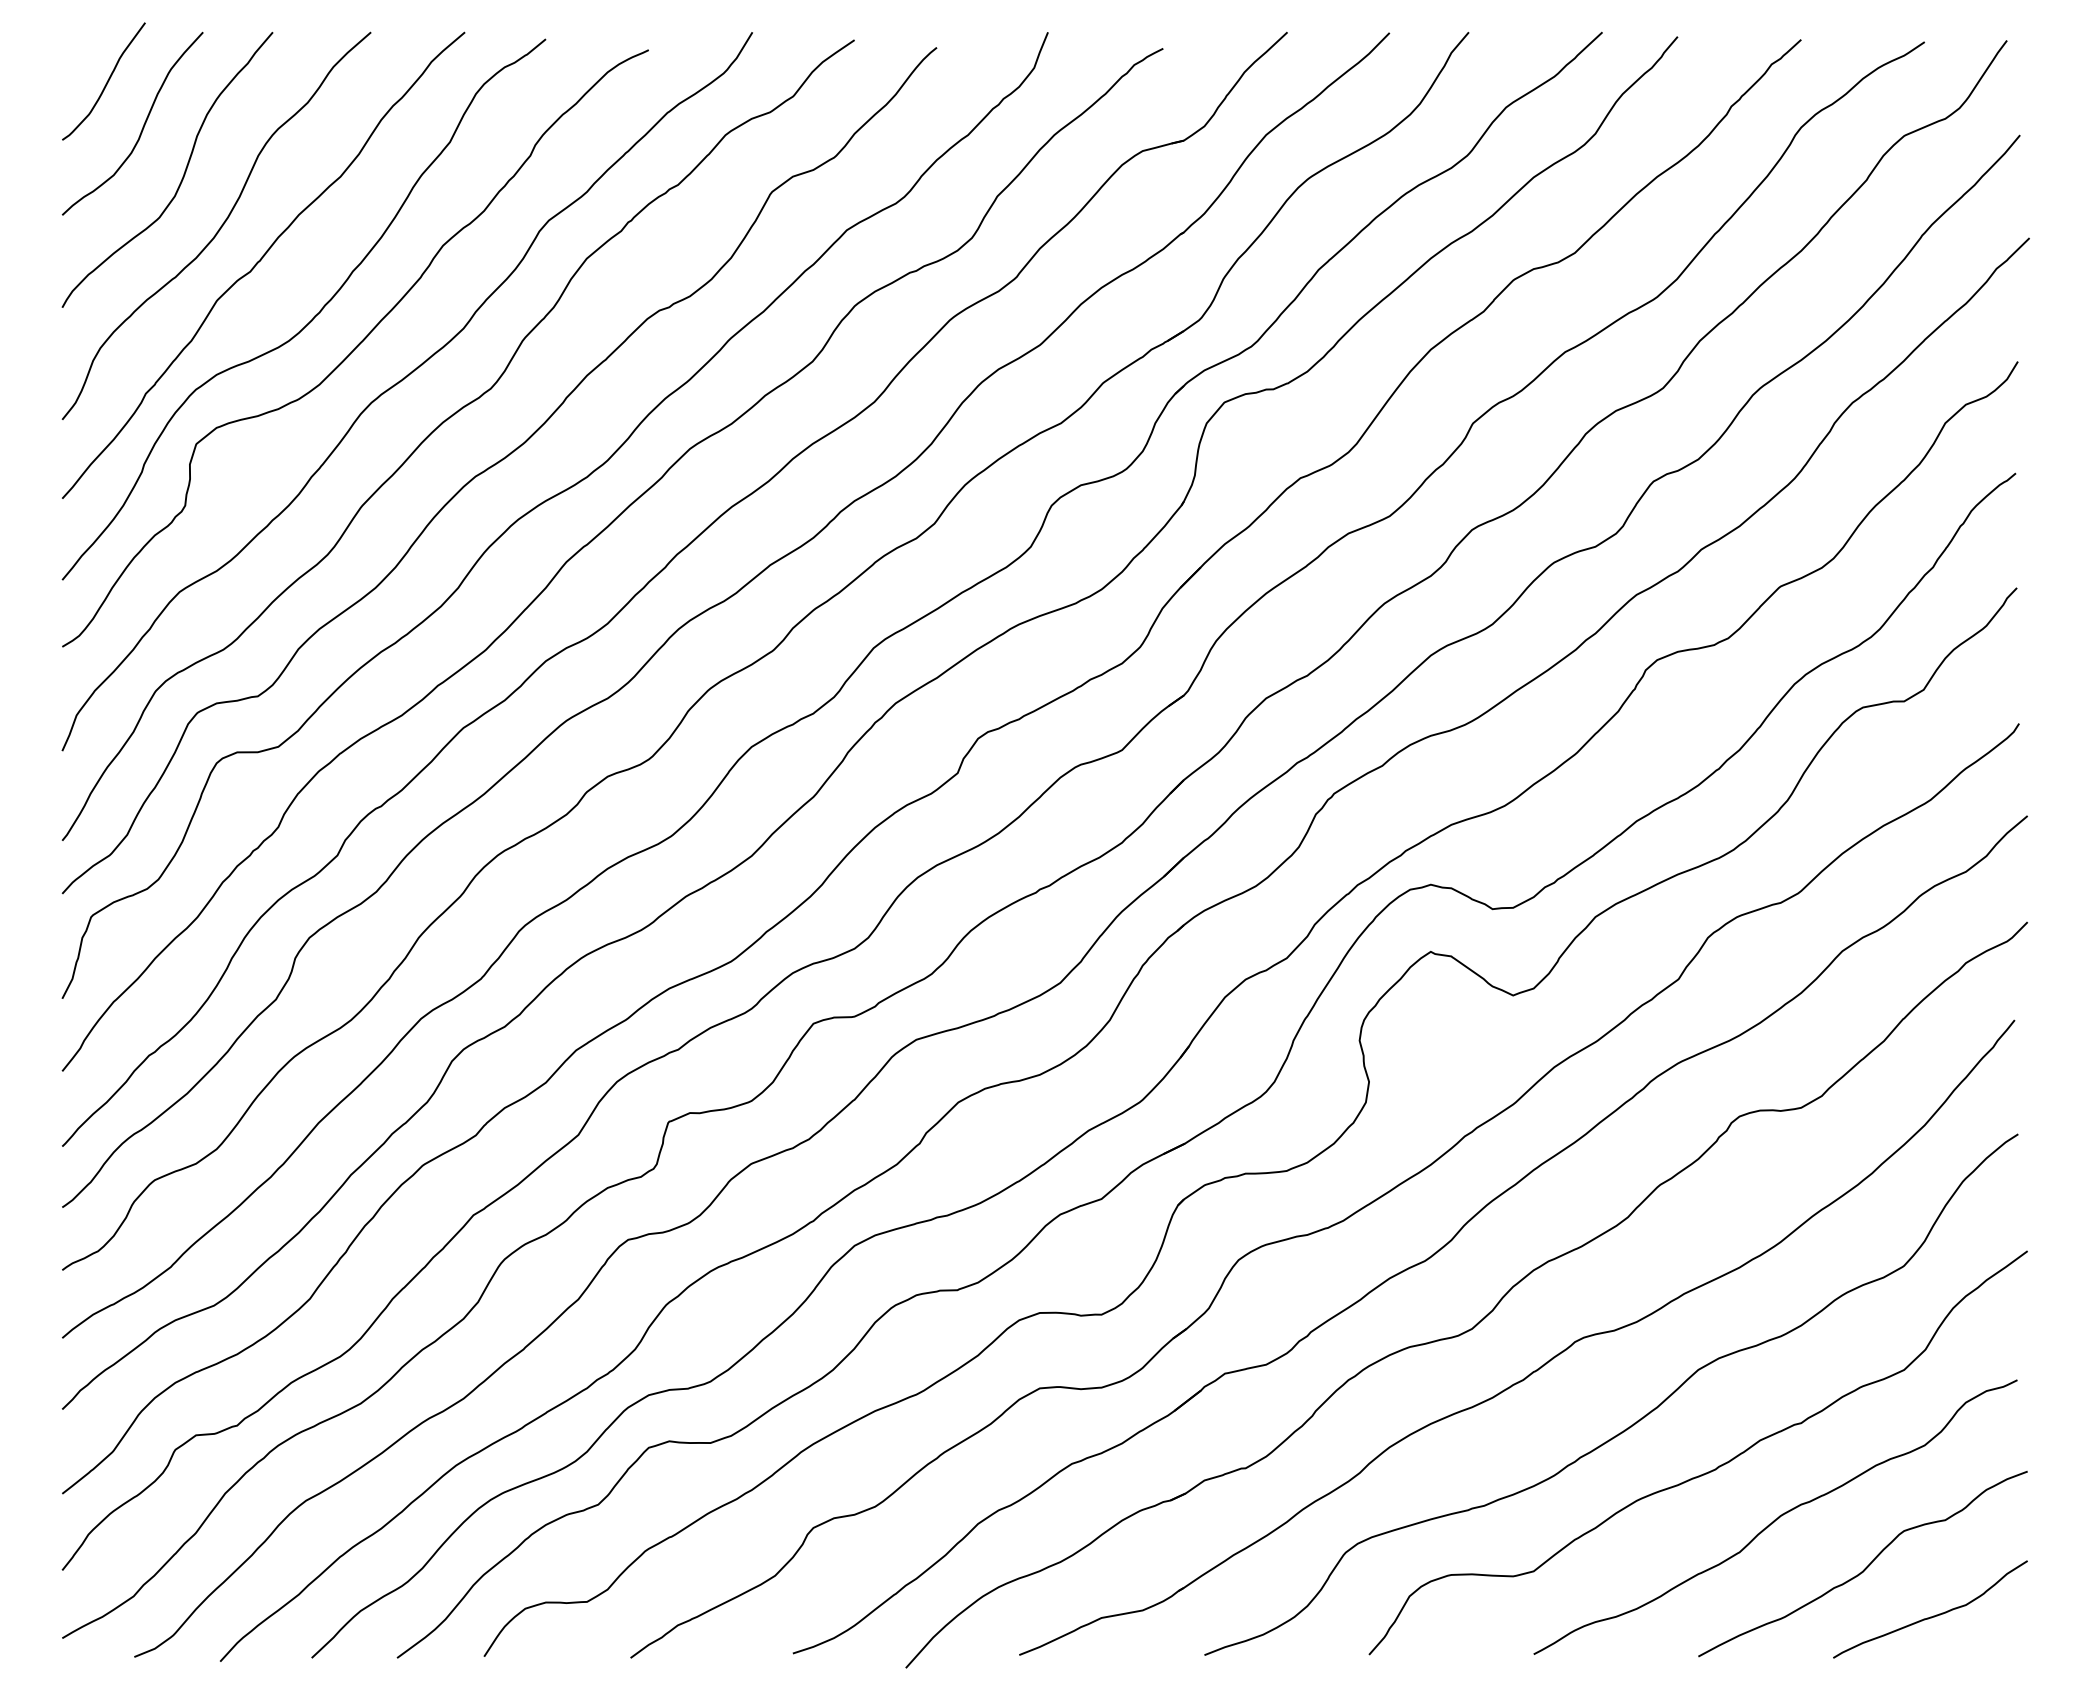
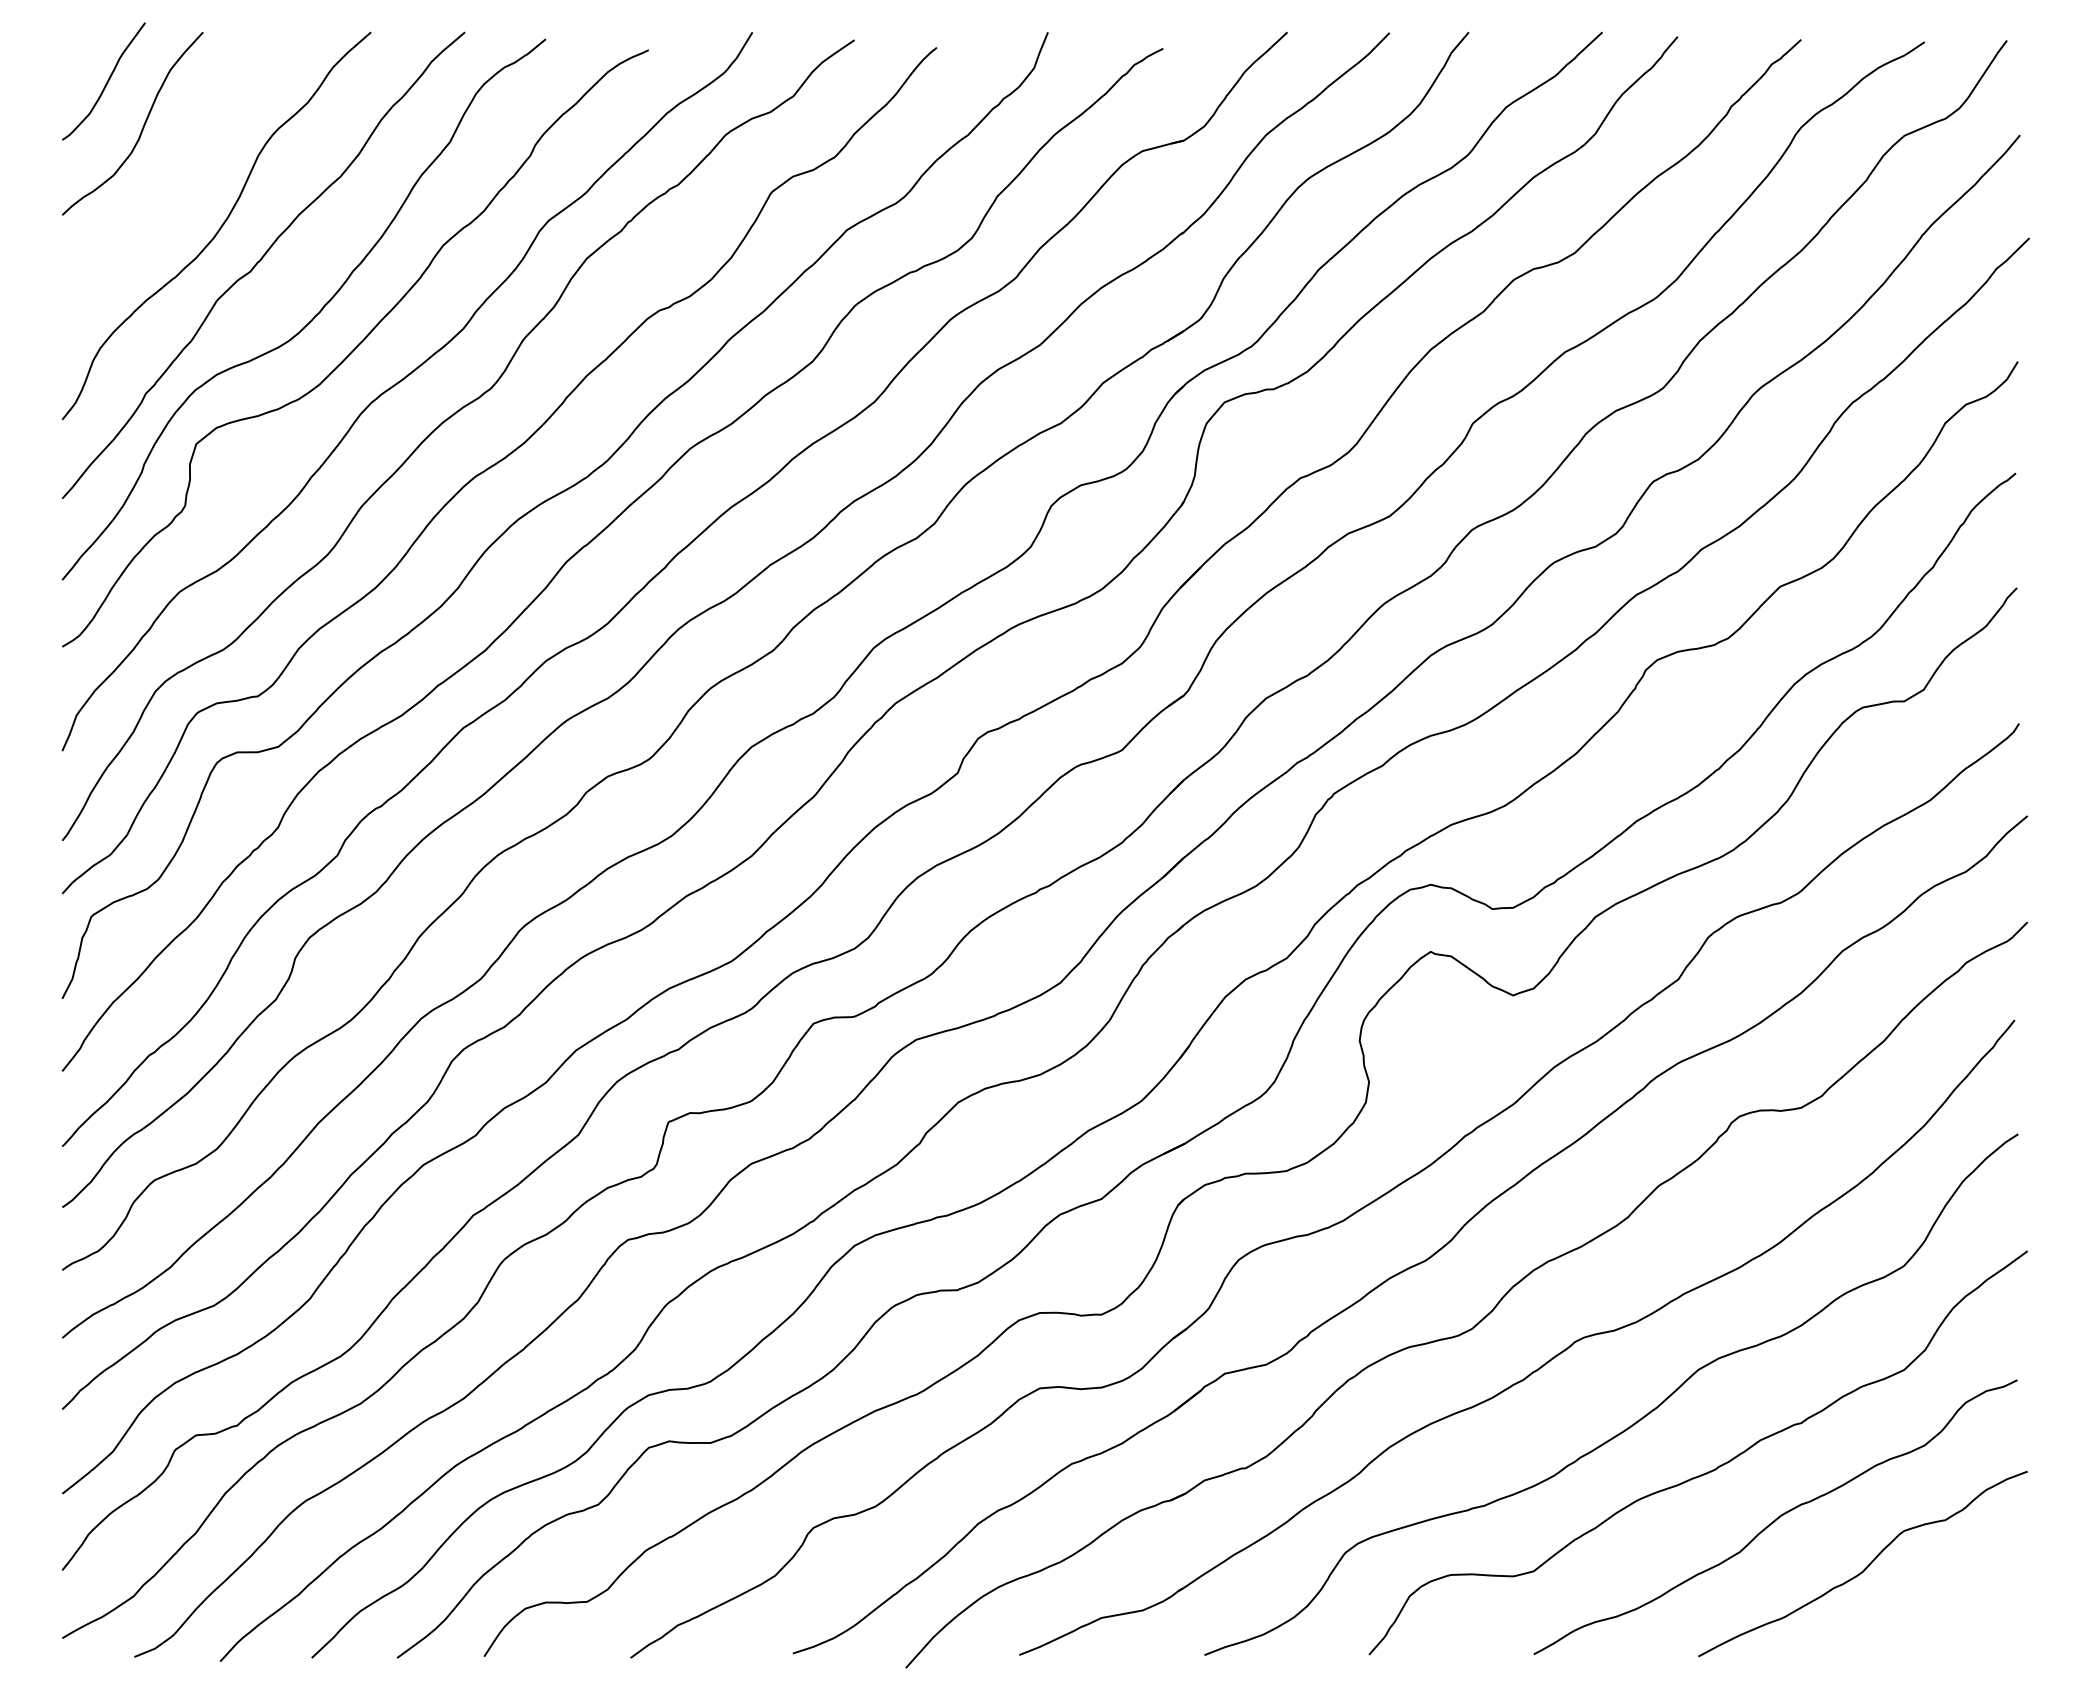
curve at (183, 173): present -> none
curve at (1933, 1615): present -> none
